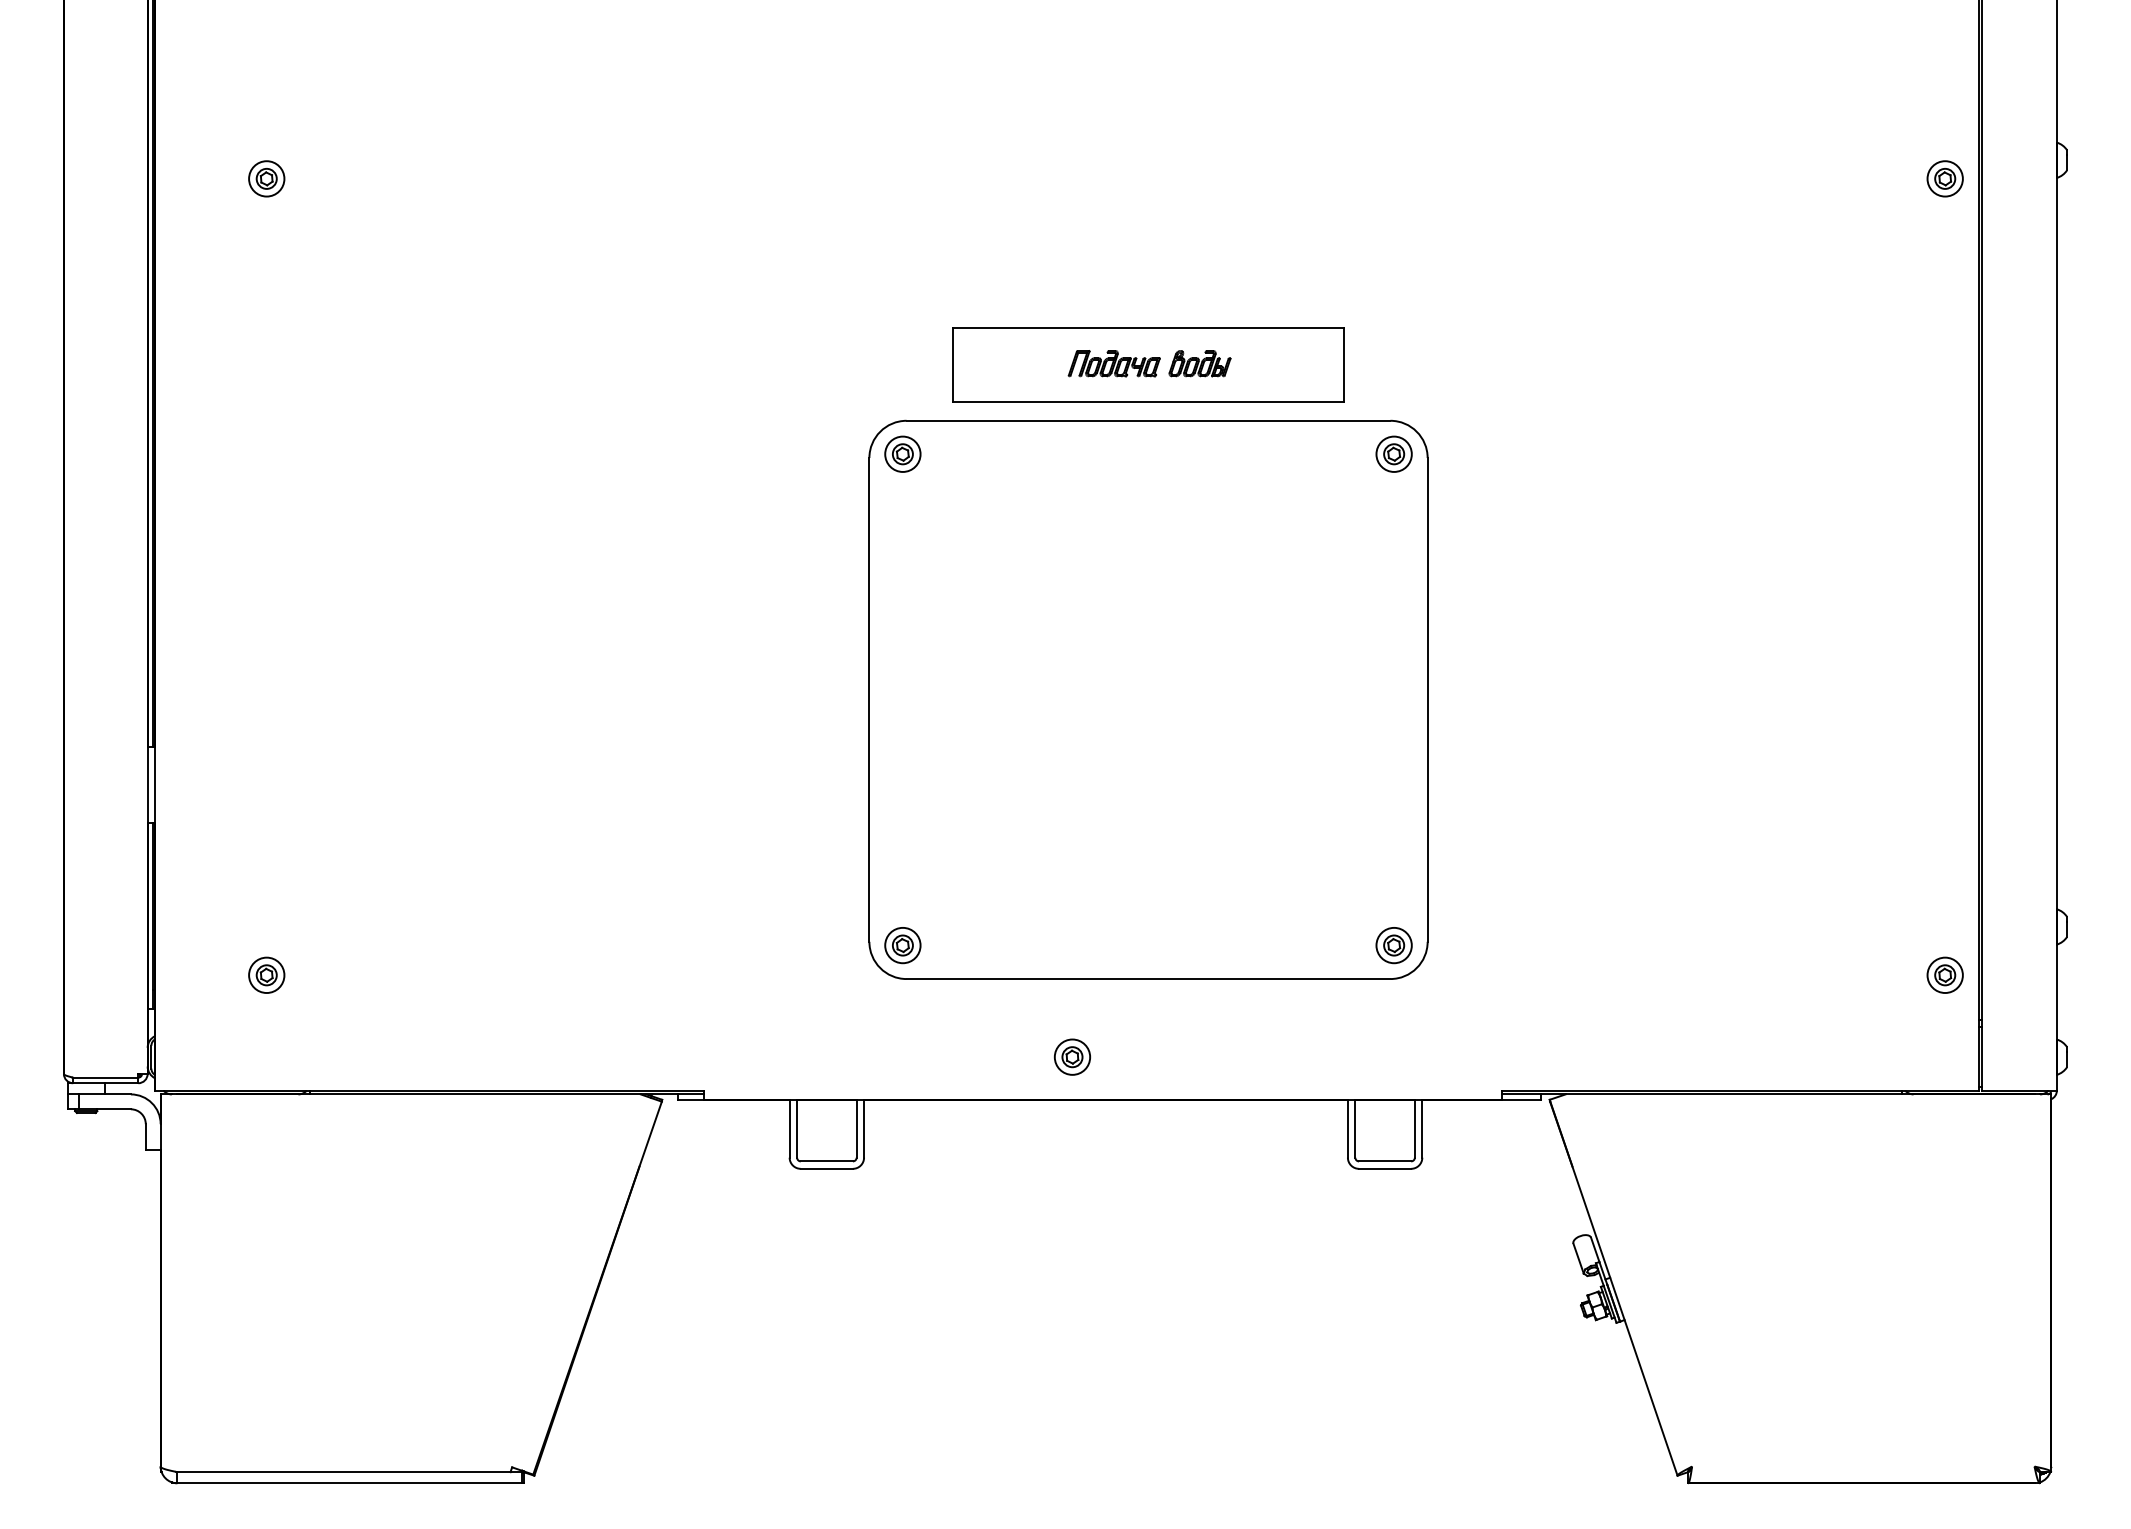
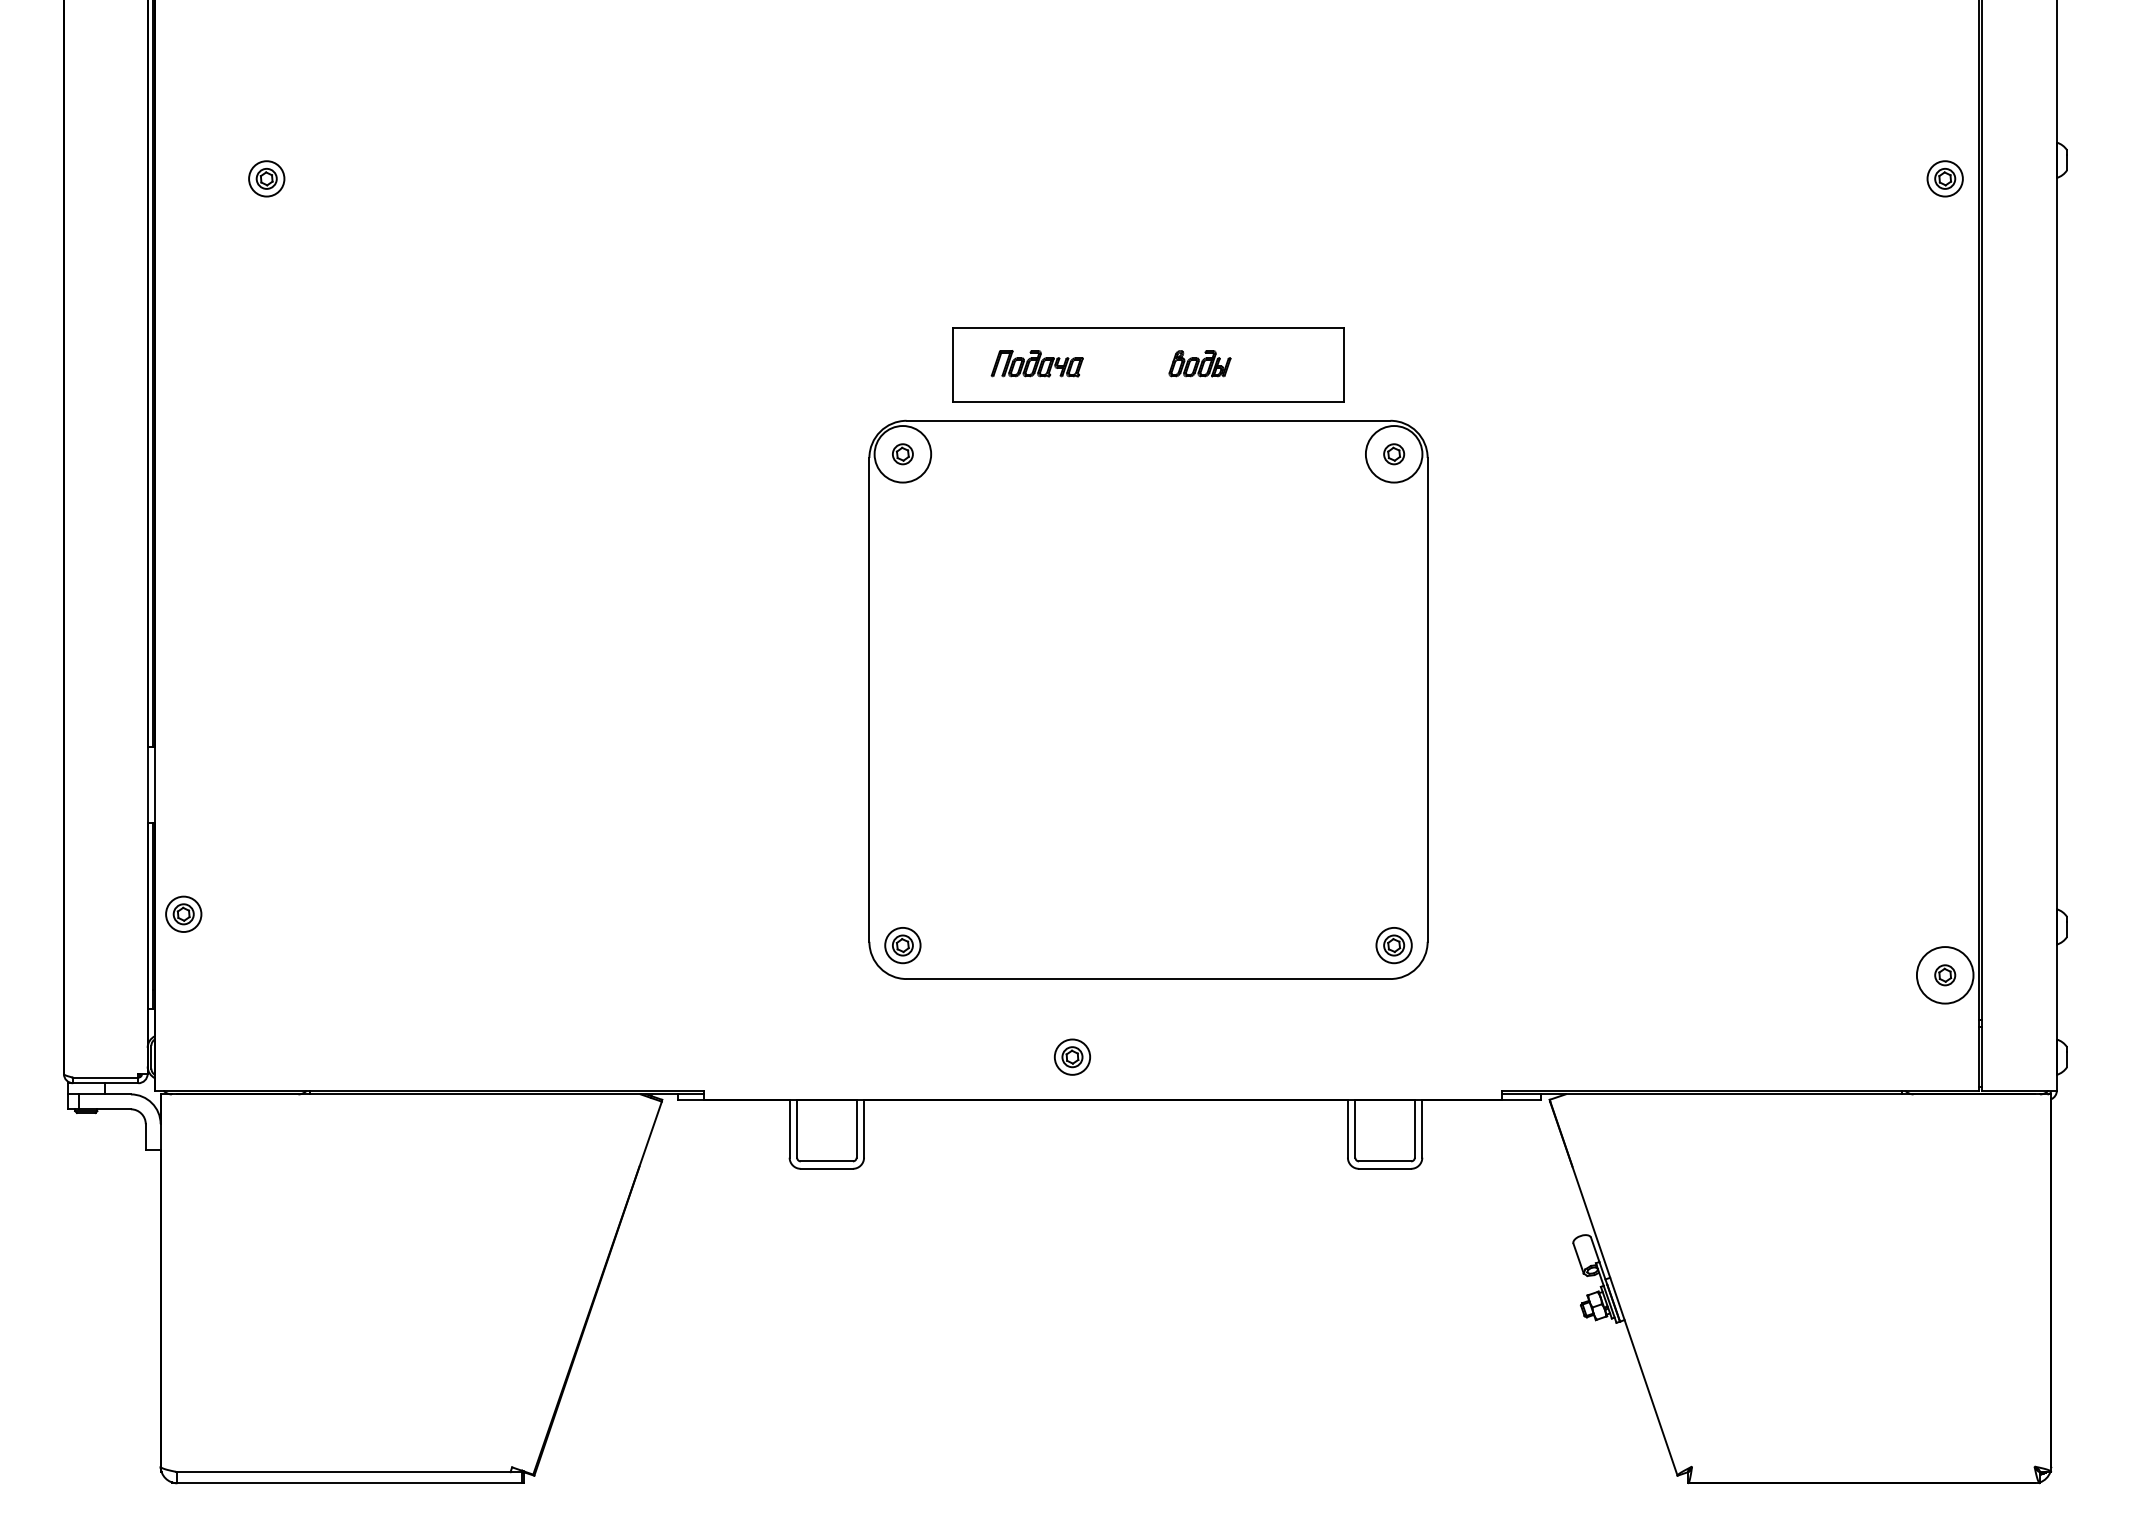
part at (1113, 363) position: (1113, 363) -> (1036, 363)
circle at (902, 453) diameter: 35 px -> 57 px
circle at (1393, 453) diameter: 35 px -> 57 px
part at (266, 974) position: (266, 974) -> (183, 913)
circle at (1944, 975) diameter: 35 px -> 57 px
